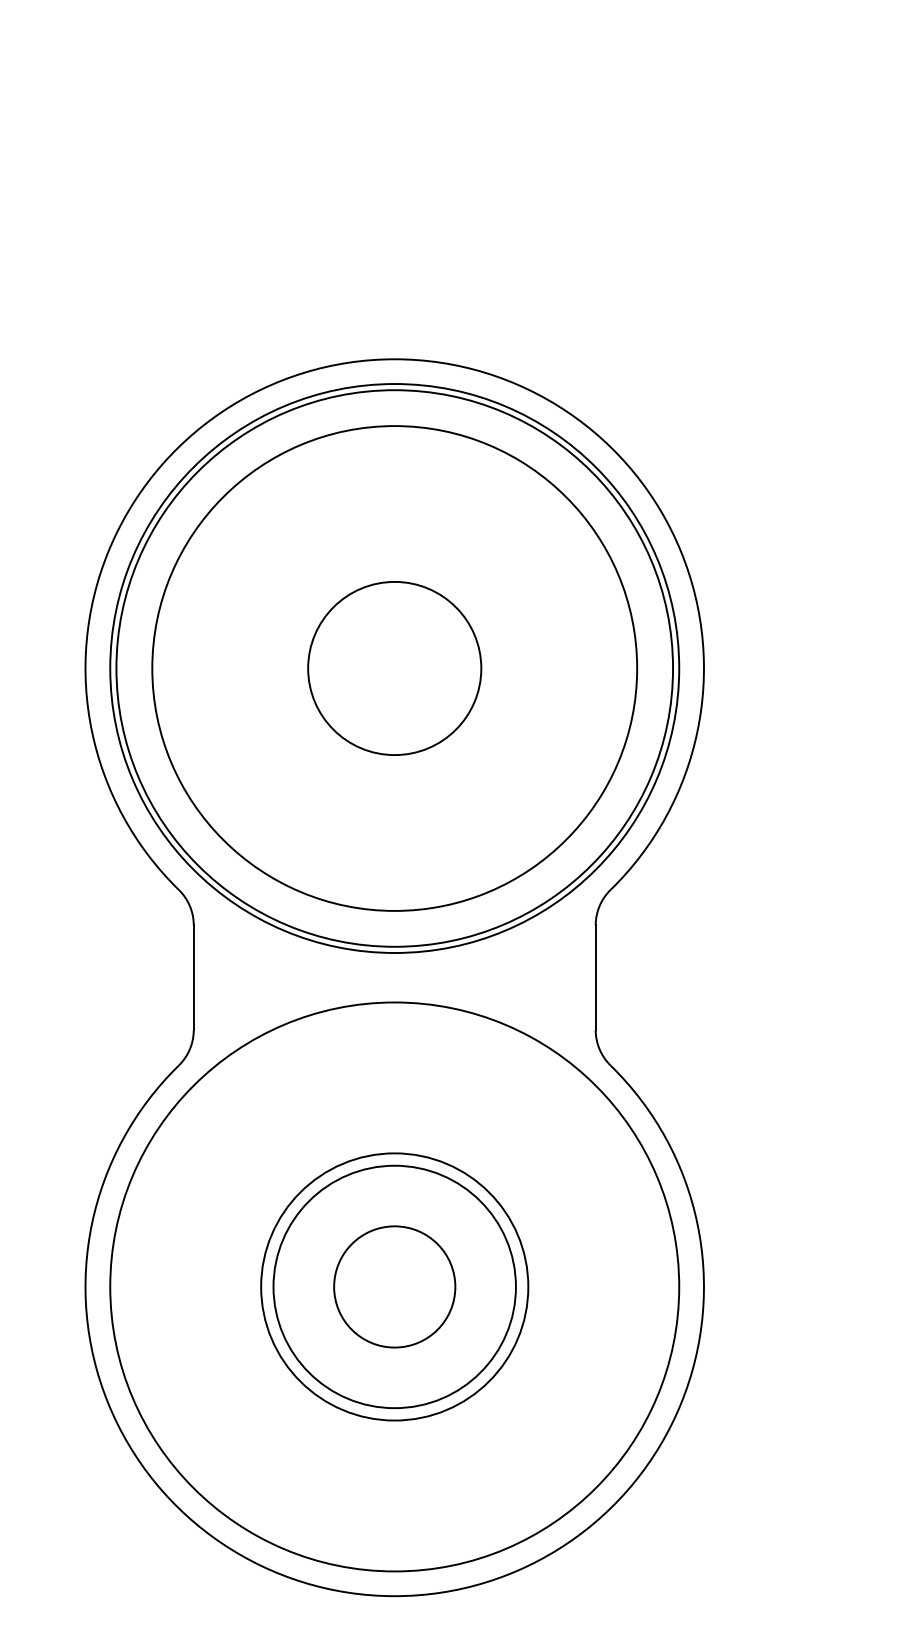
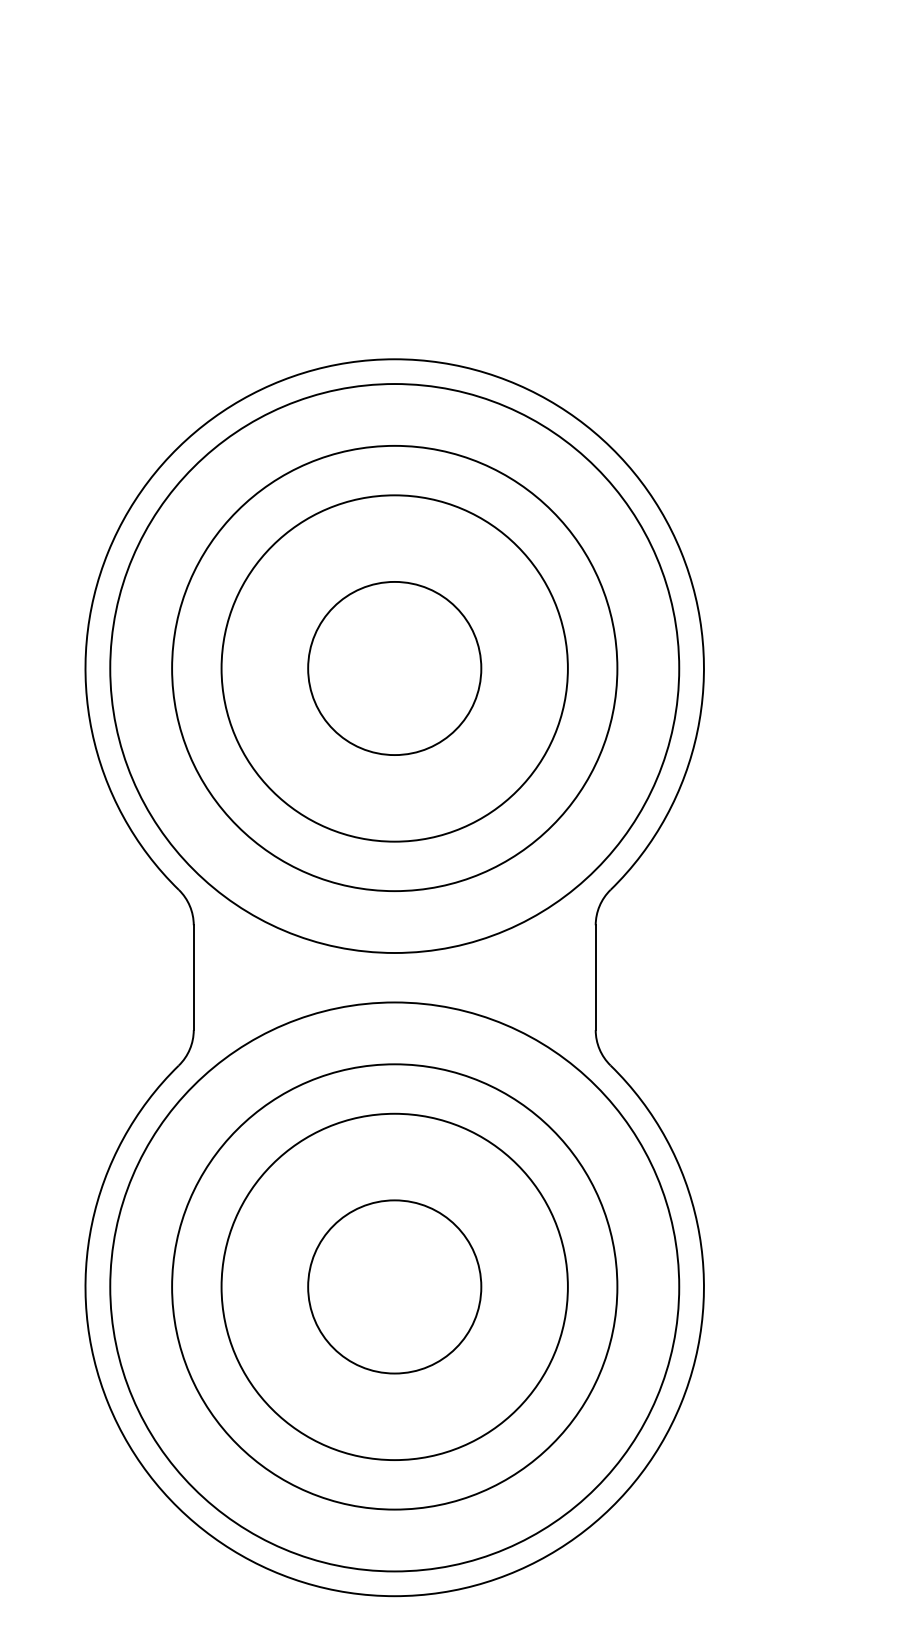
circle at (394, 668) diameter: 485 px -> 346 px
circle at (394, 668) diameter: 557 px -> 445 px
circle at (394, 1286) diameter: 121 px -> 173 px
circle at (394, 1286) diameter: 242 px -> 346 px
circle at (394, 1286) diameter: 267 px -> 445 px
